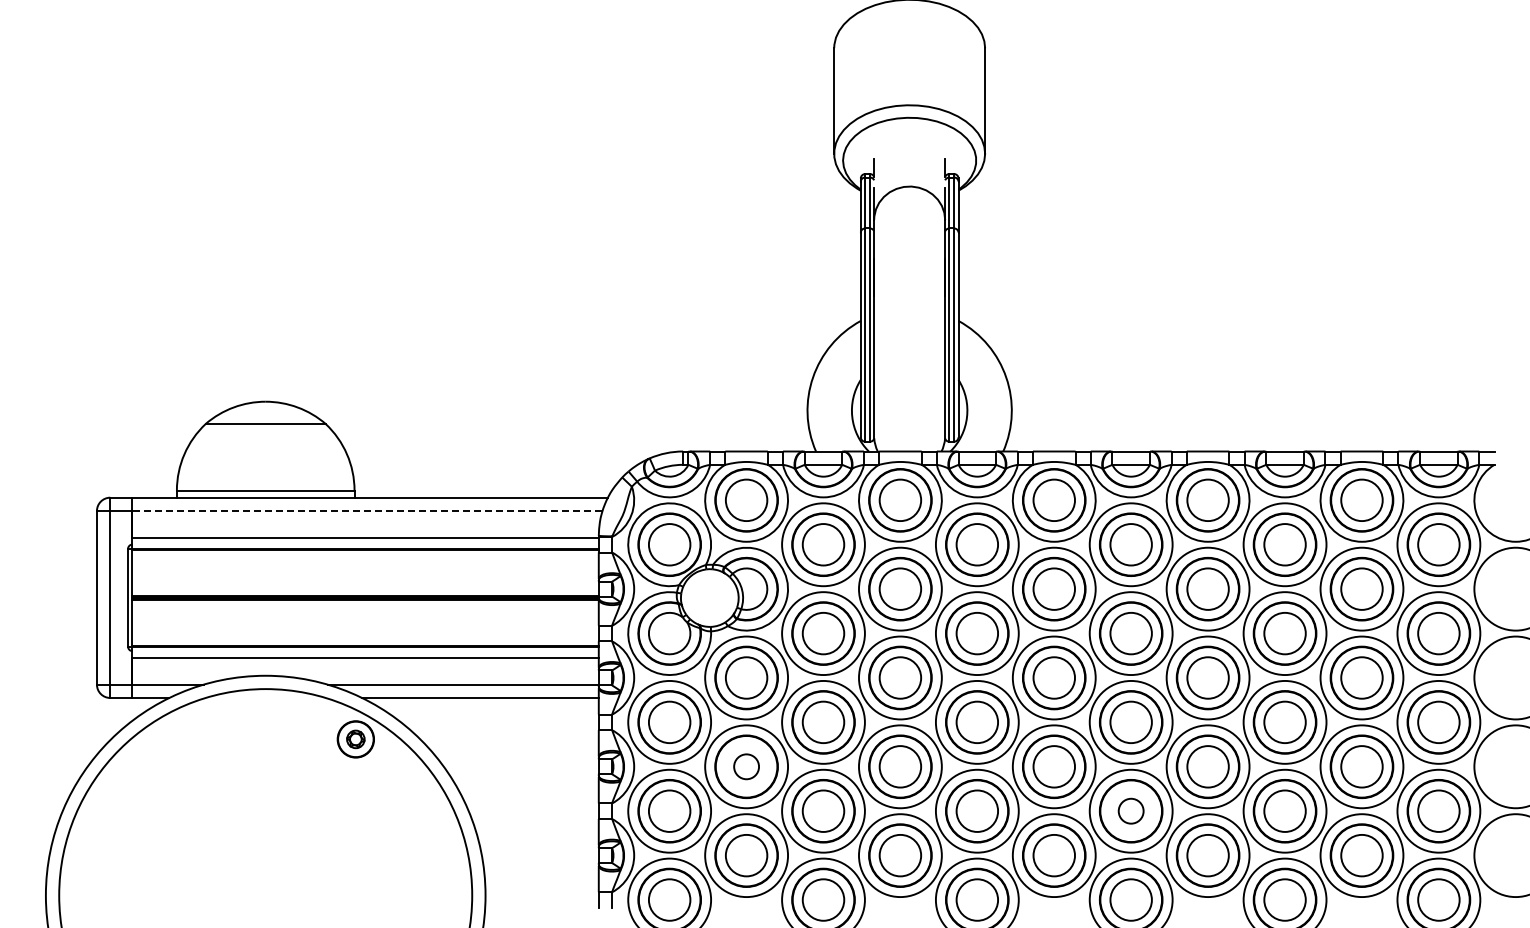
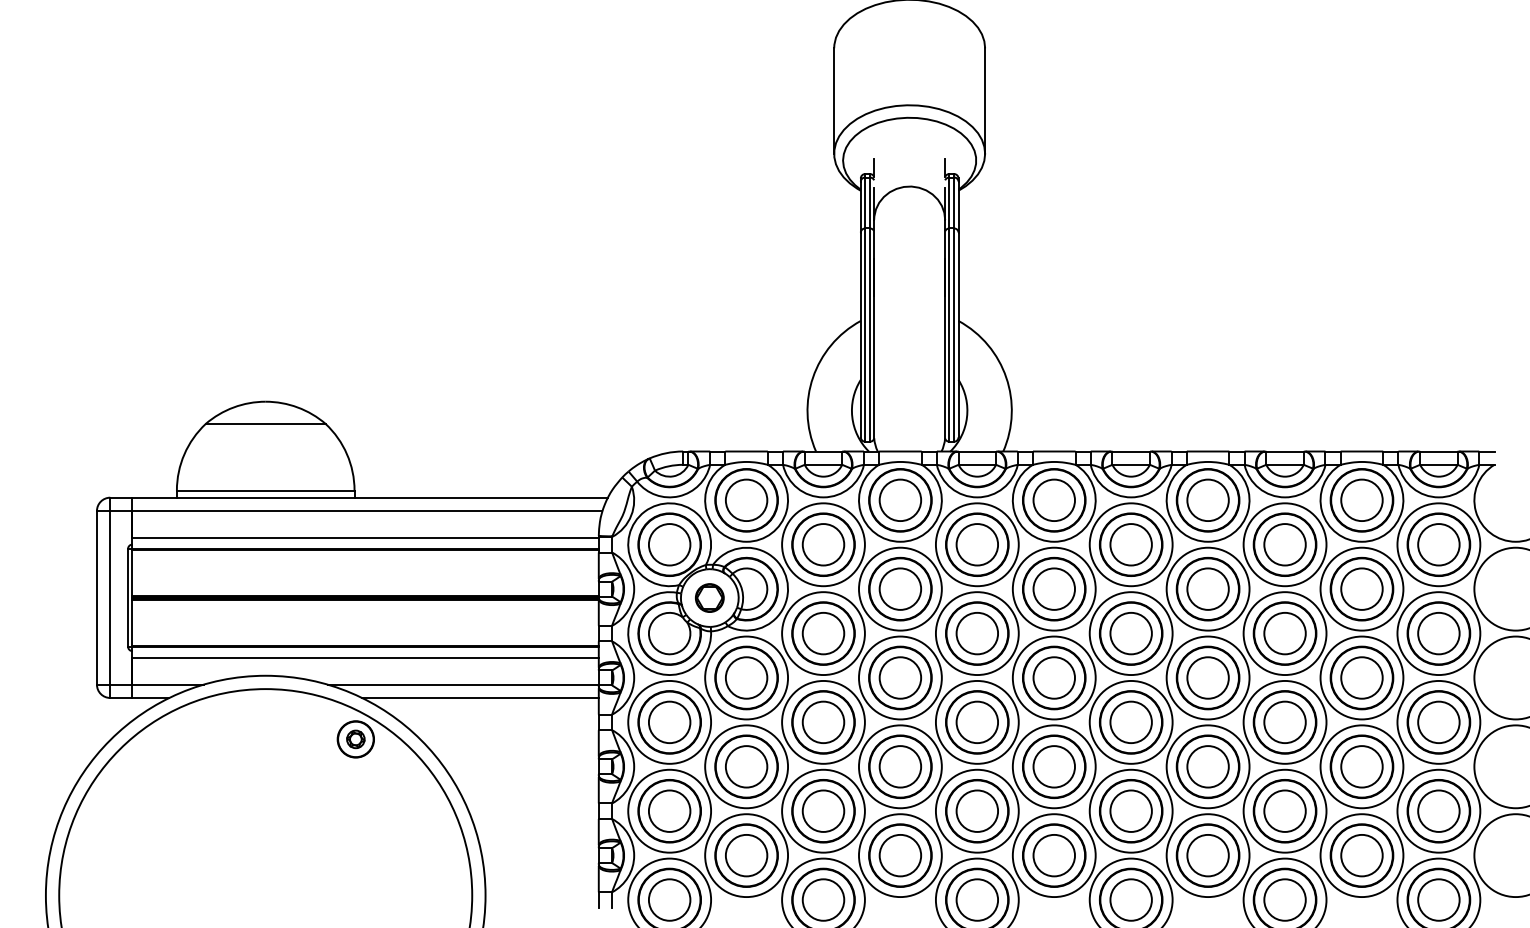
line at (367, 511): dashed -> solid
part at (709, 597): none -> present
circle at (746, 766) diameter: 25 px -> 41 px
circle at (1130, 810) diameter: 25 px -> 41 px
